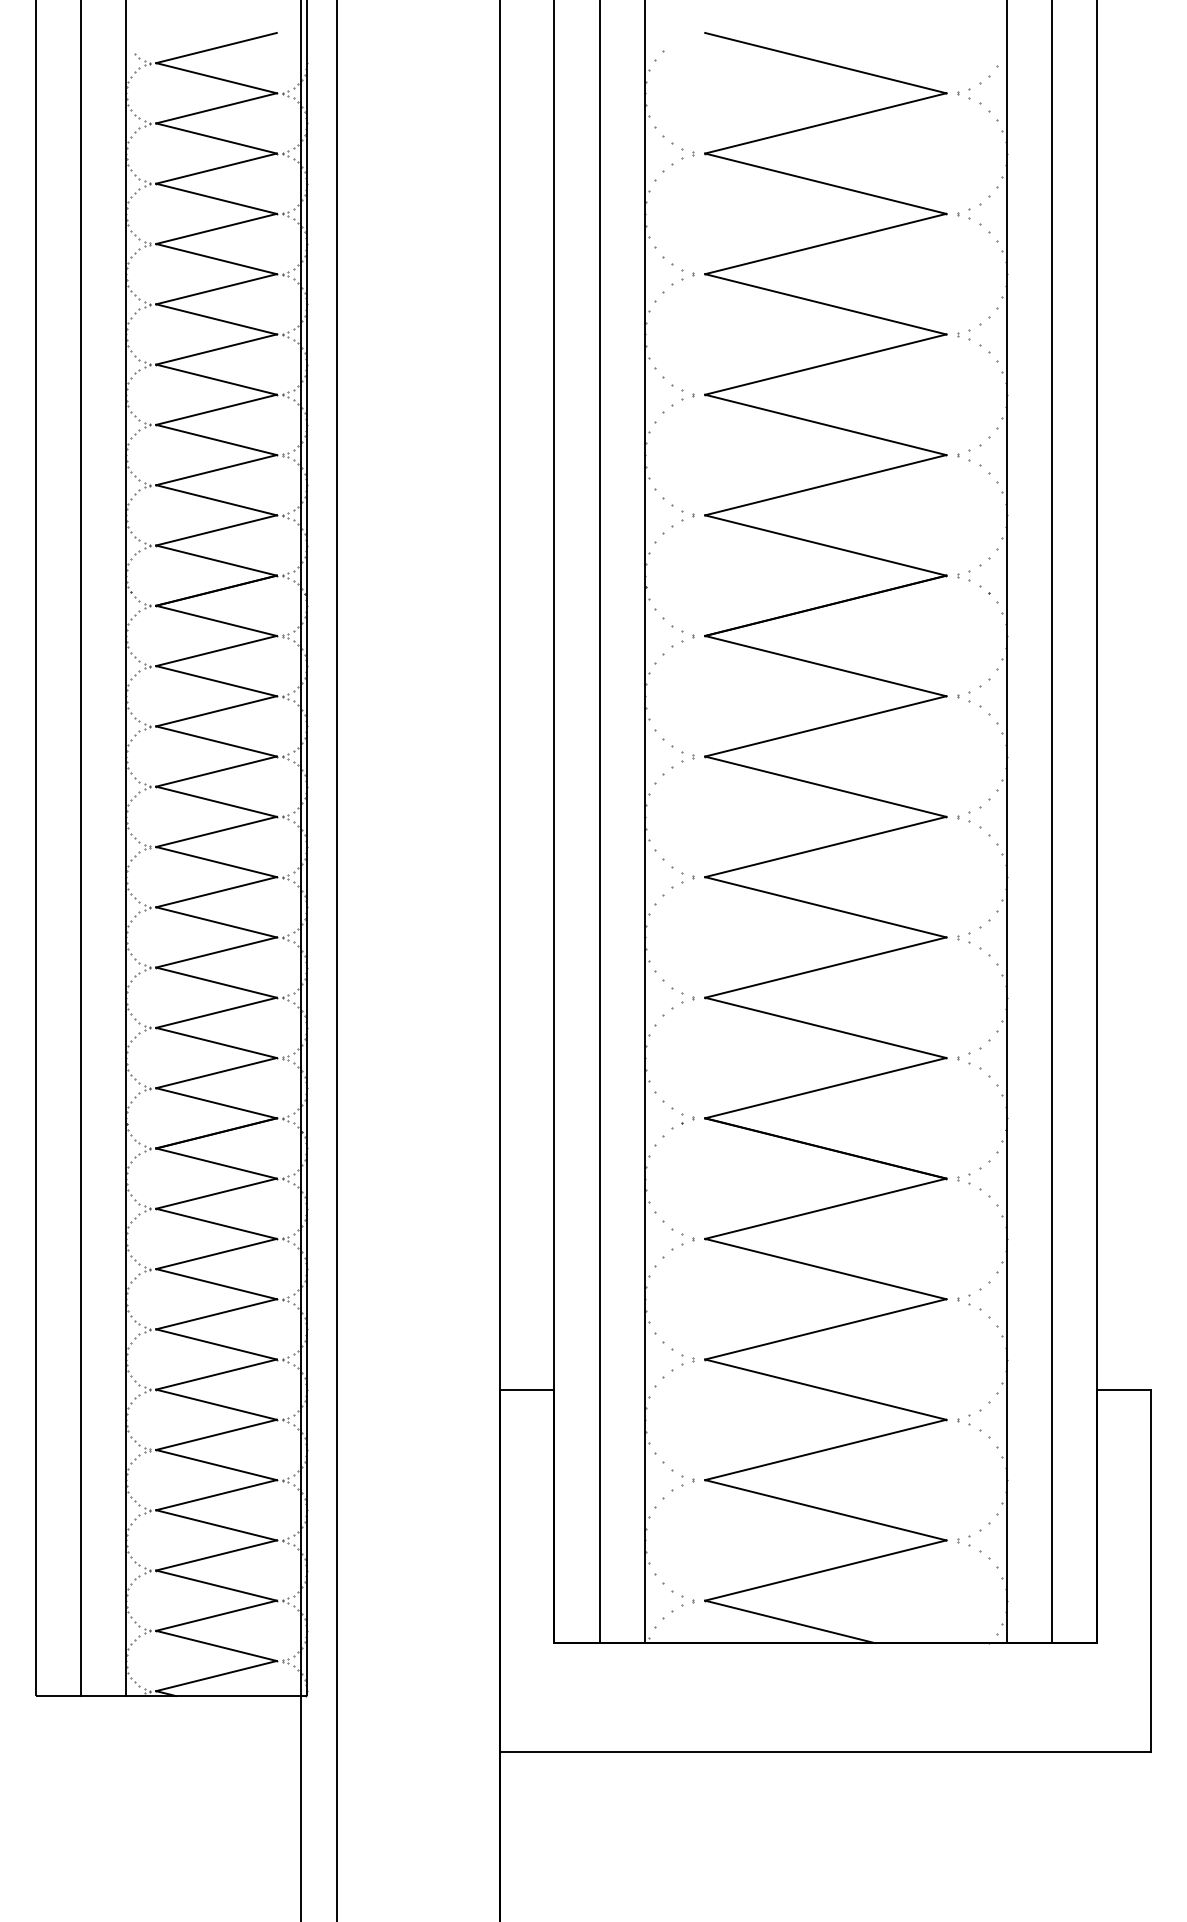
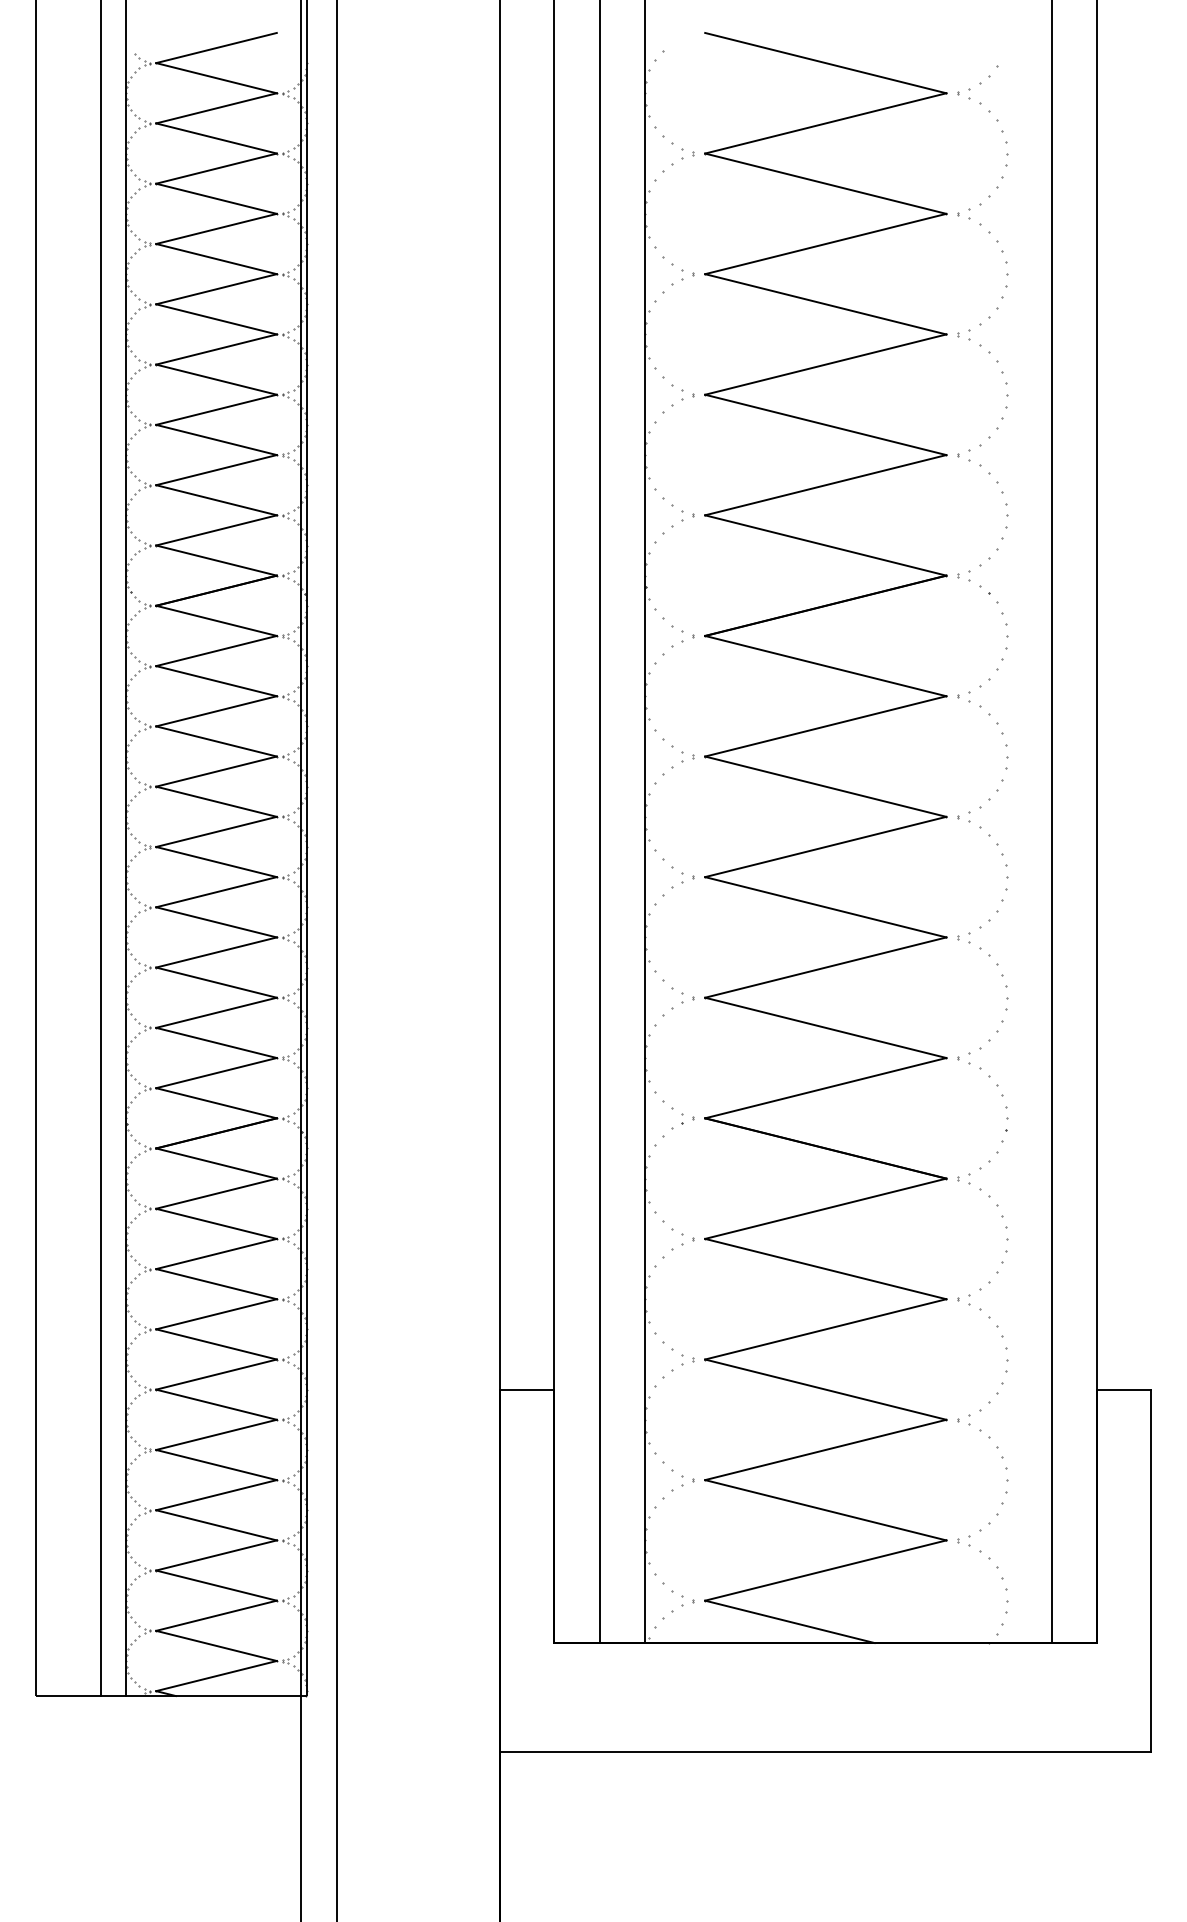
line at (1006, 822): present -> none
line at (80, 849) position: (80, 849) -> (100, 849)
